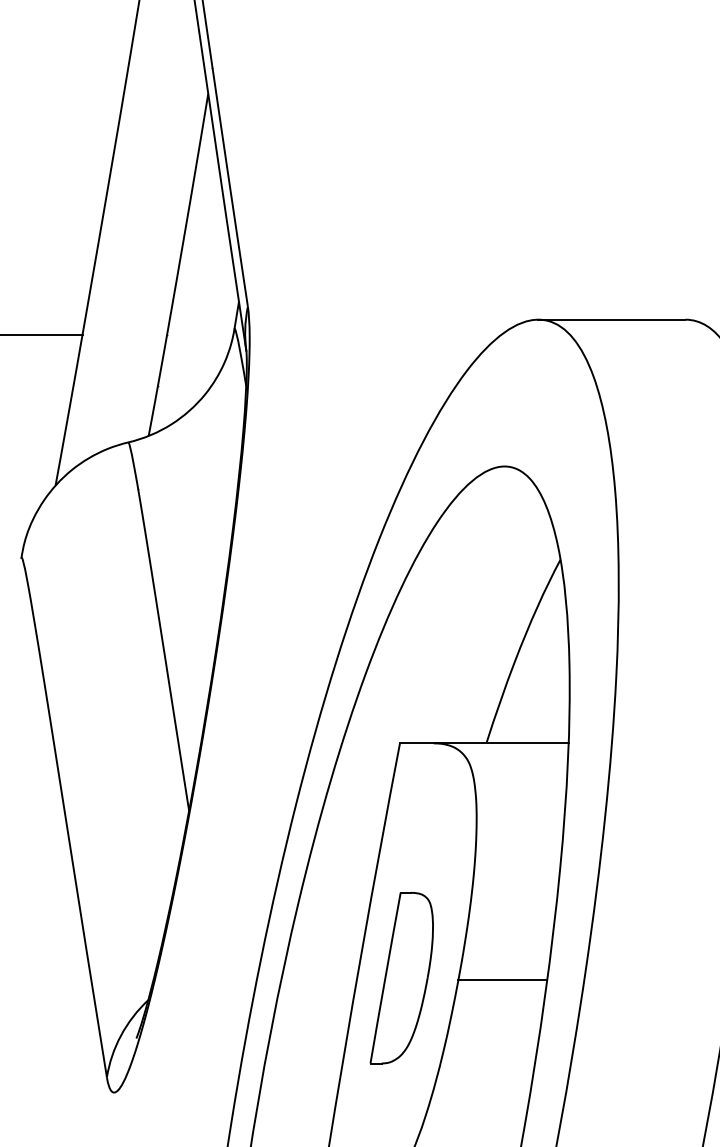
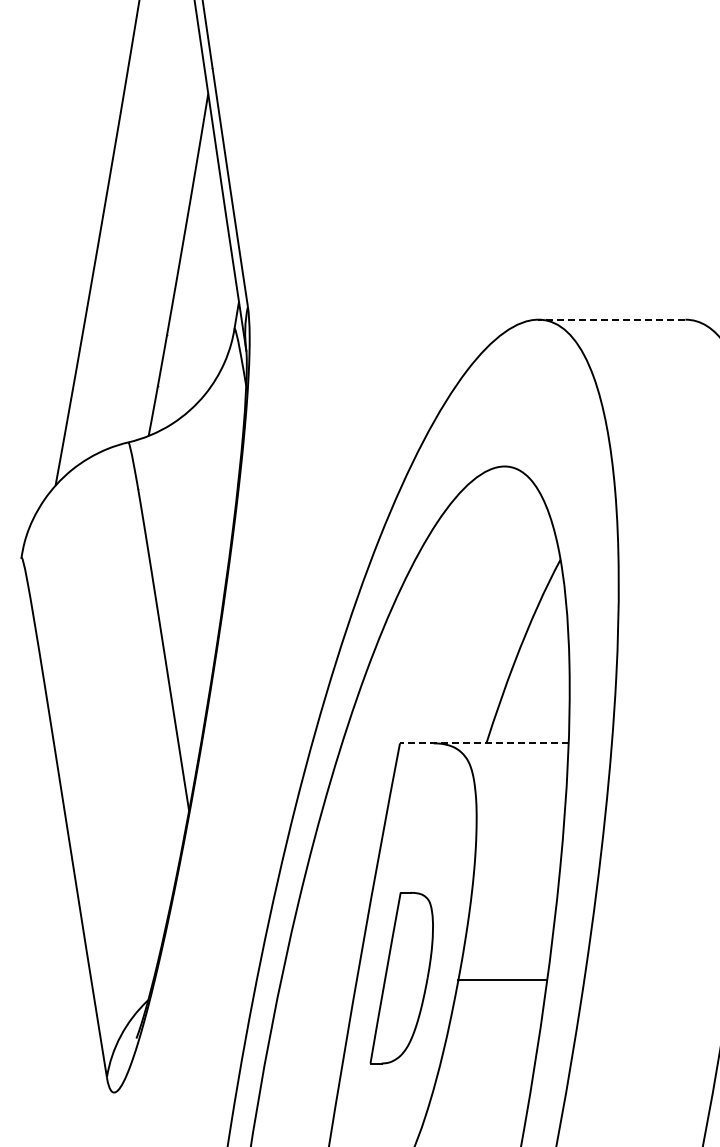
line at (611, 319): solid -> dashed
line at (42, 334): present -> none
line at (483, 743): solid -> dashed
